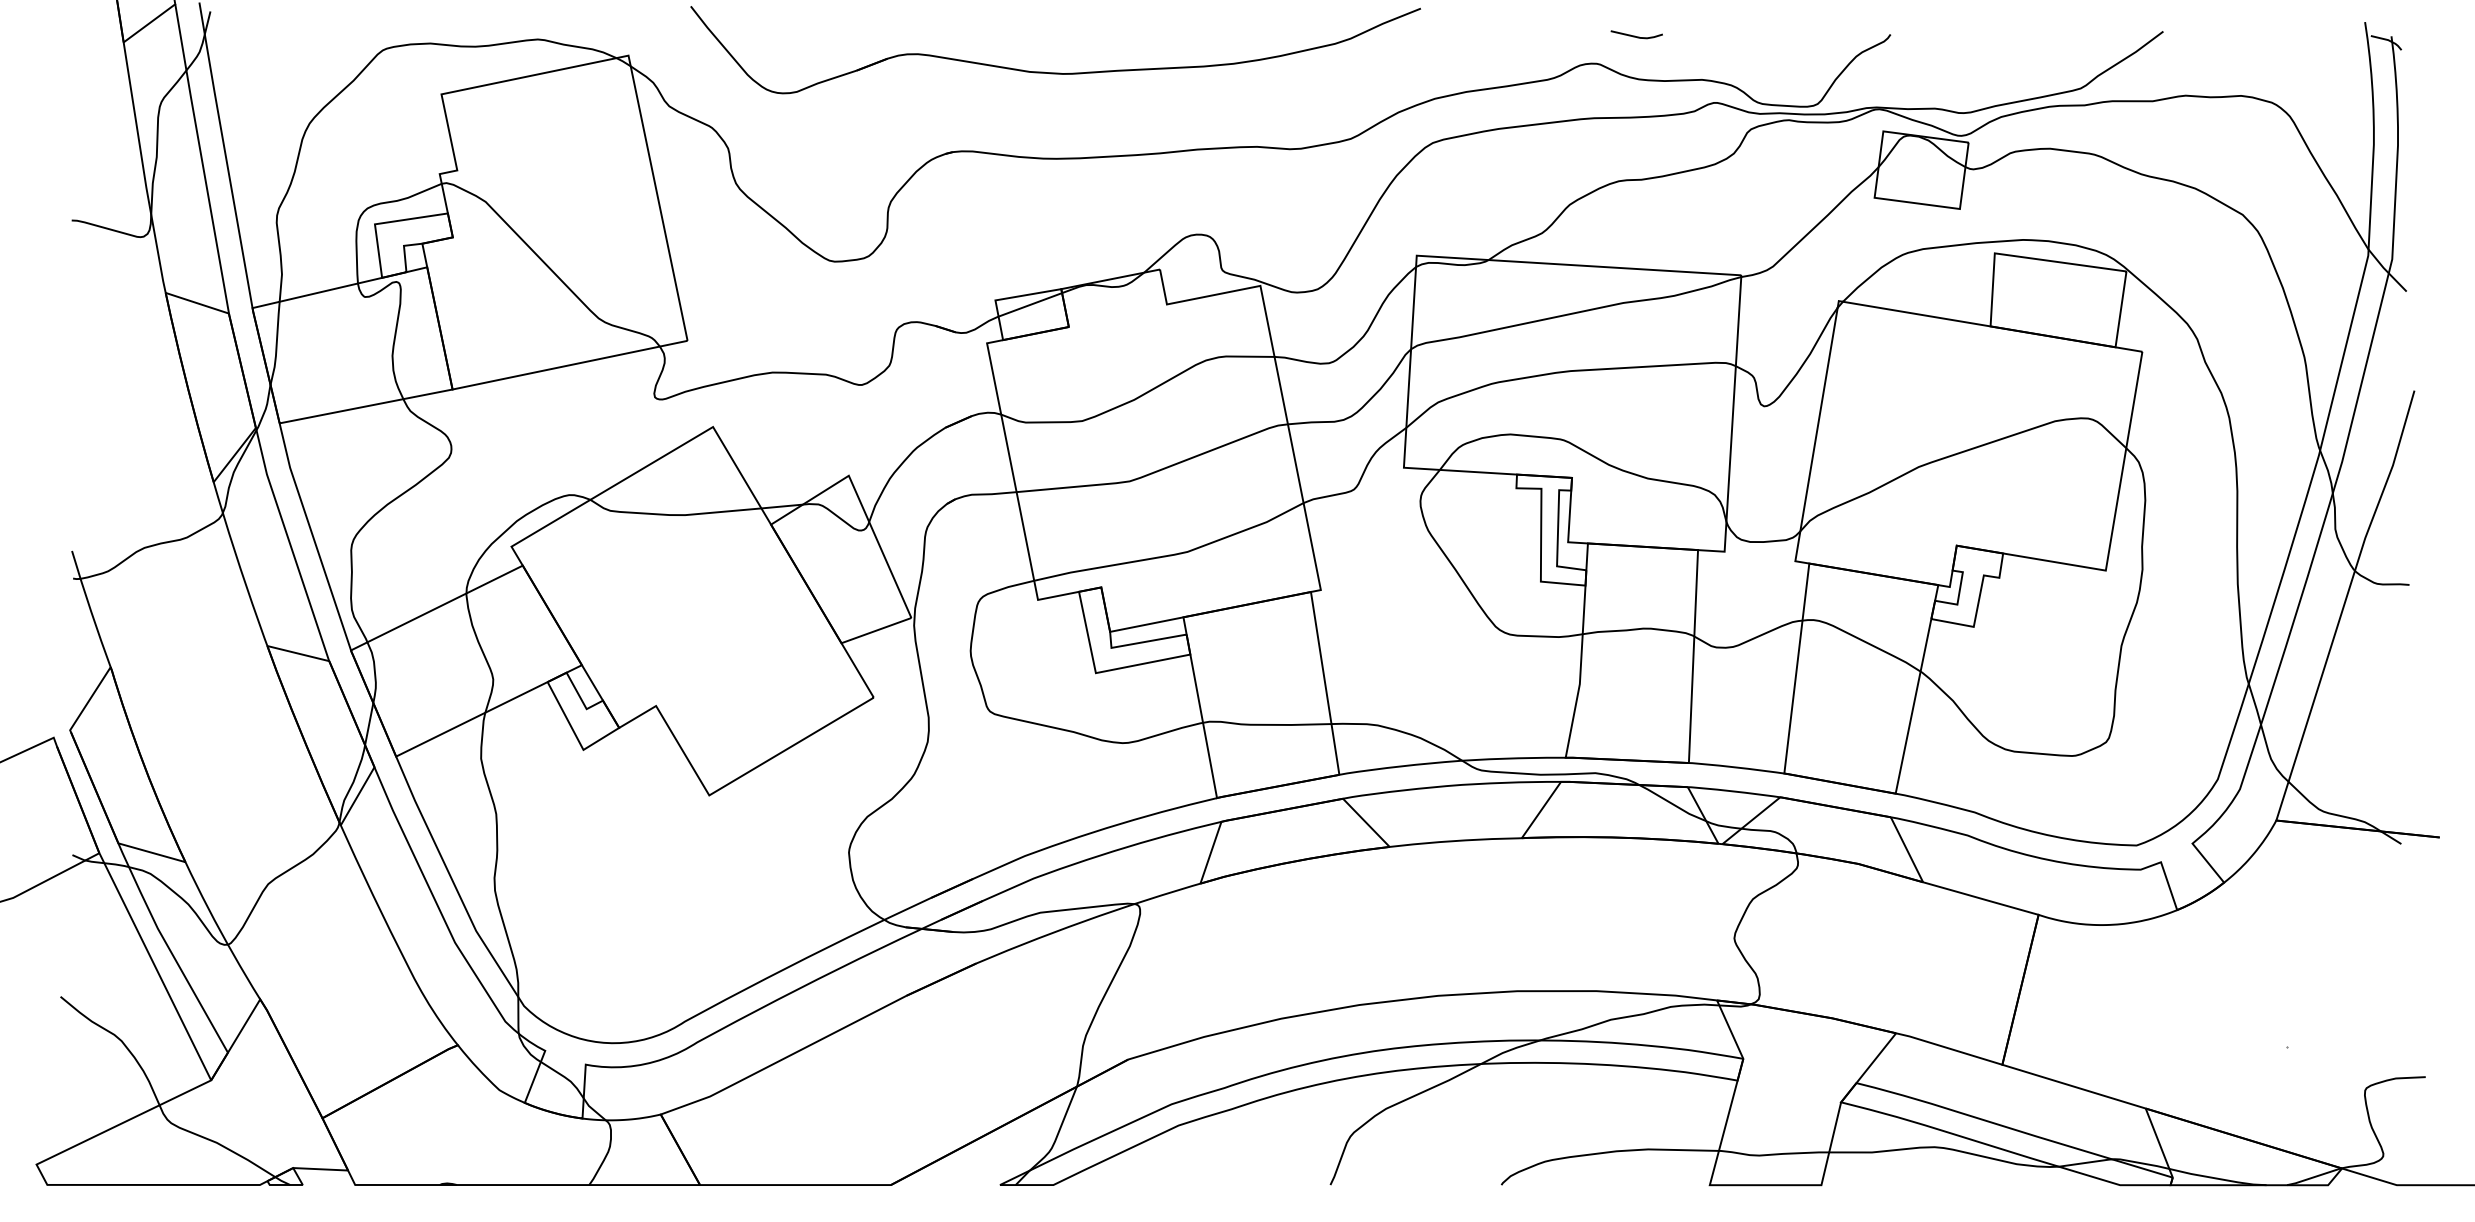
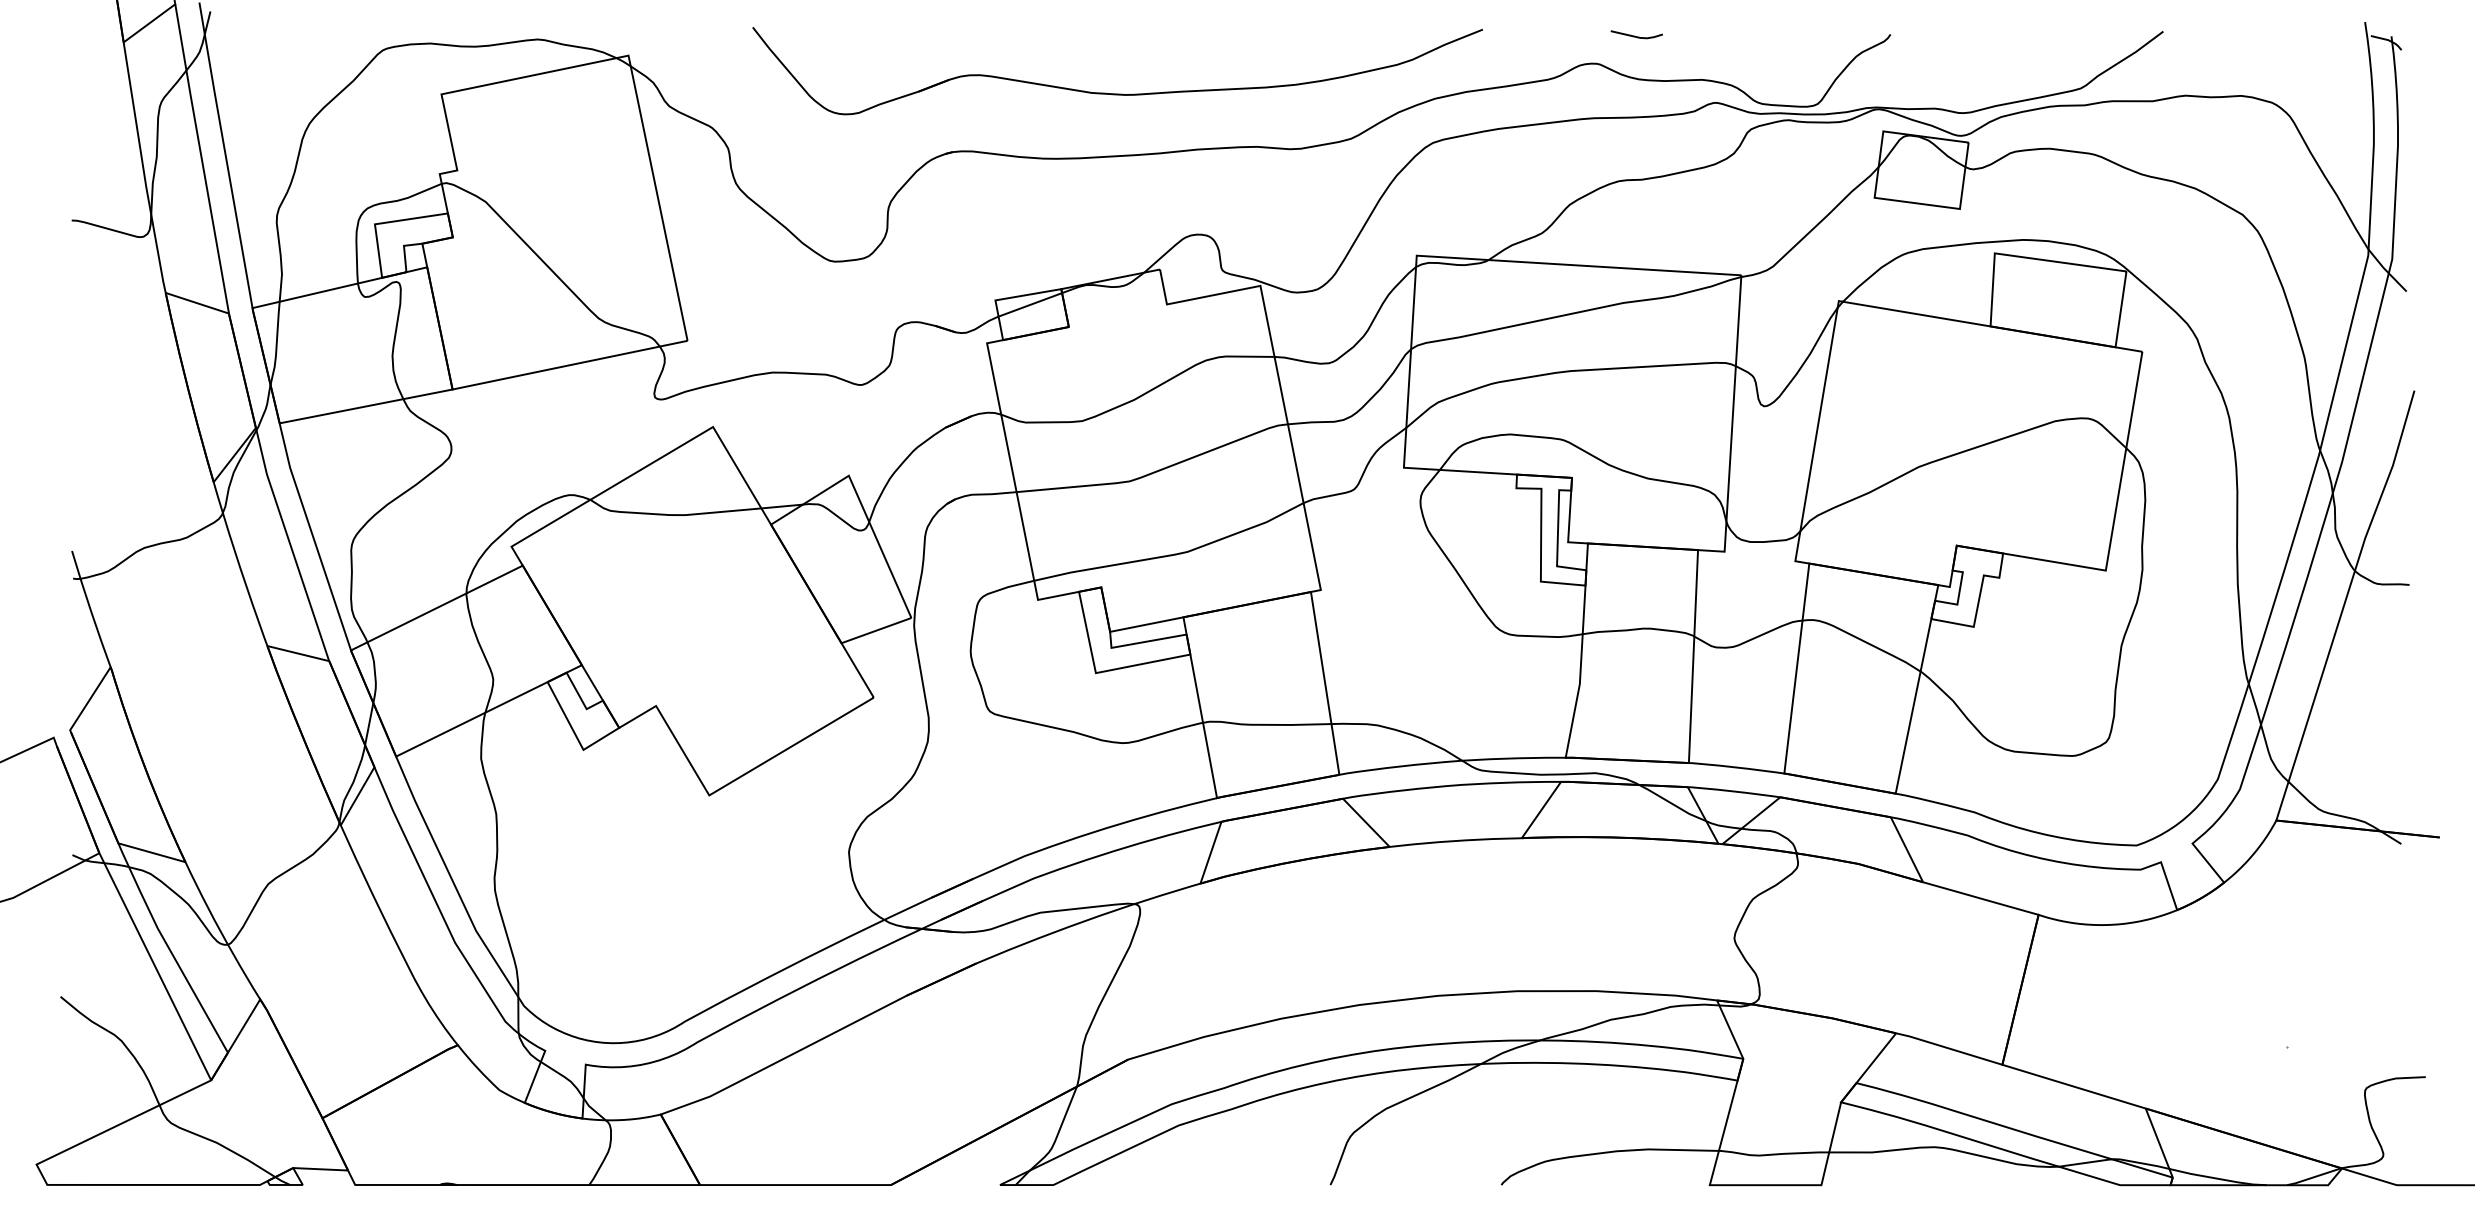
part at (1055, 72) position: (1055, 72) -> (1117, 93)
